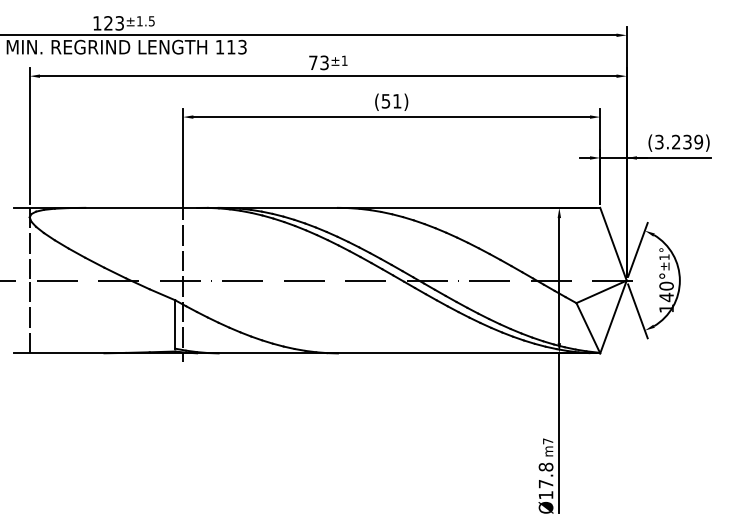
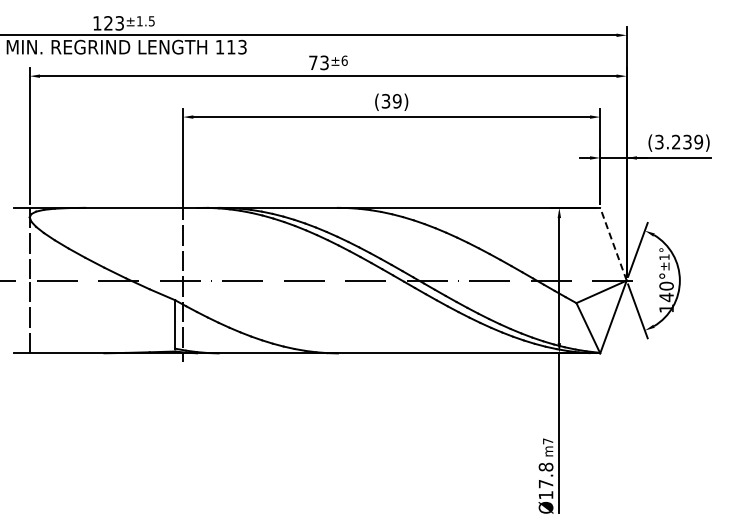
text at (344, 60): ±1 -> ±6
text at (391, 101): (51) -> (39)
line at (613, 244): solid -> dashed
